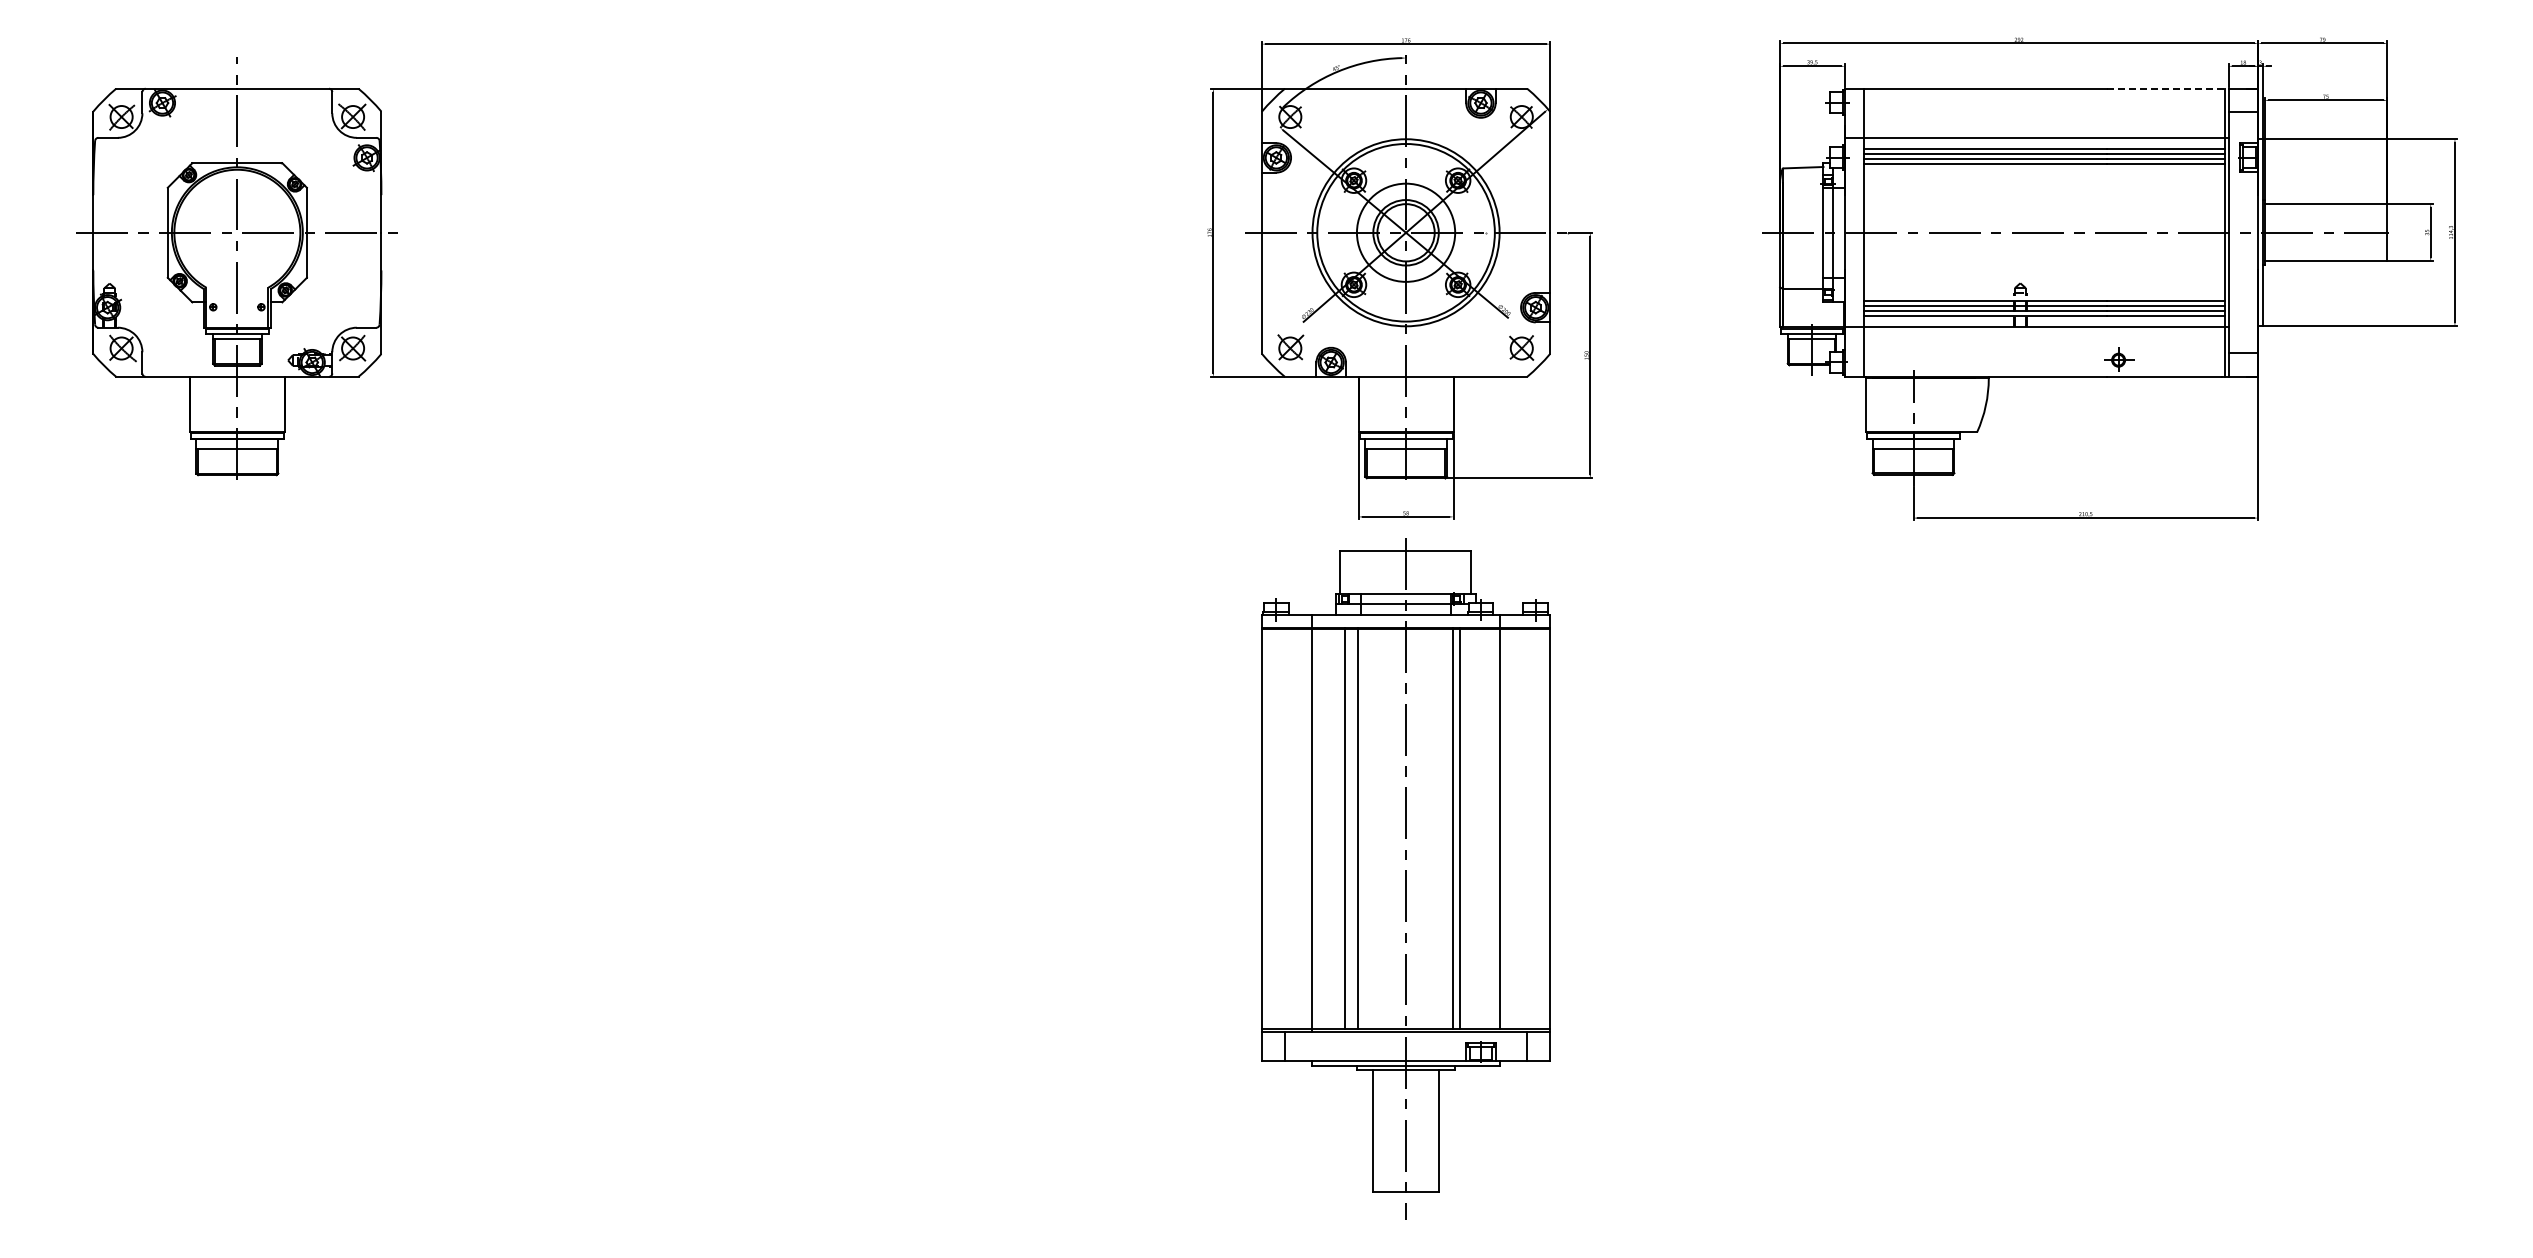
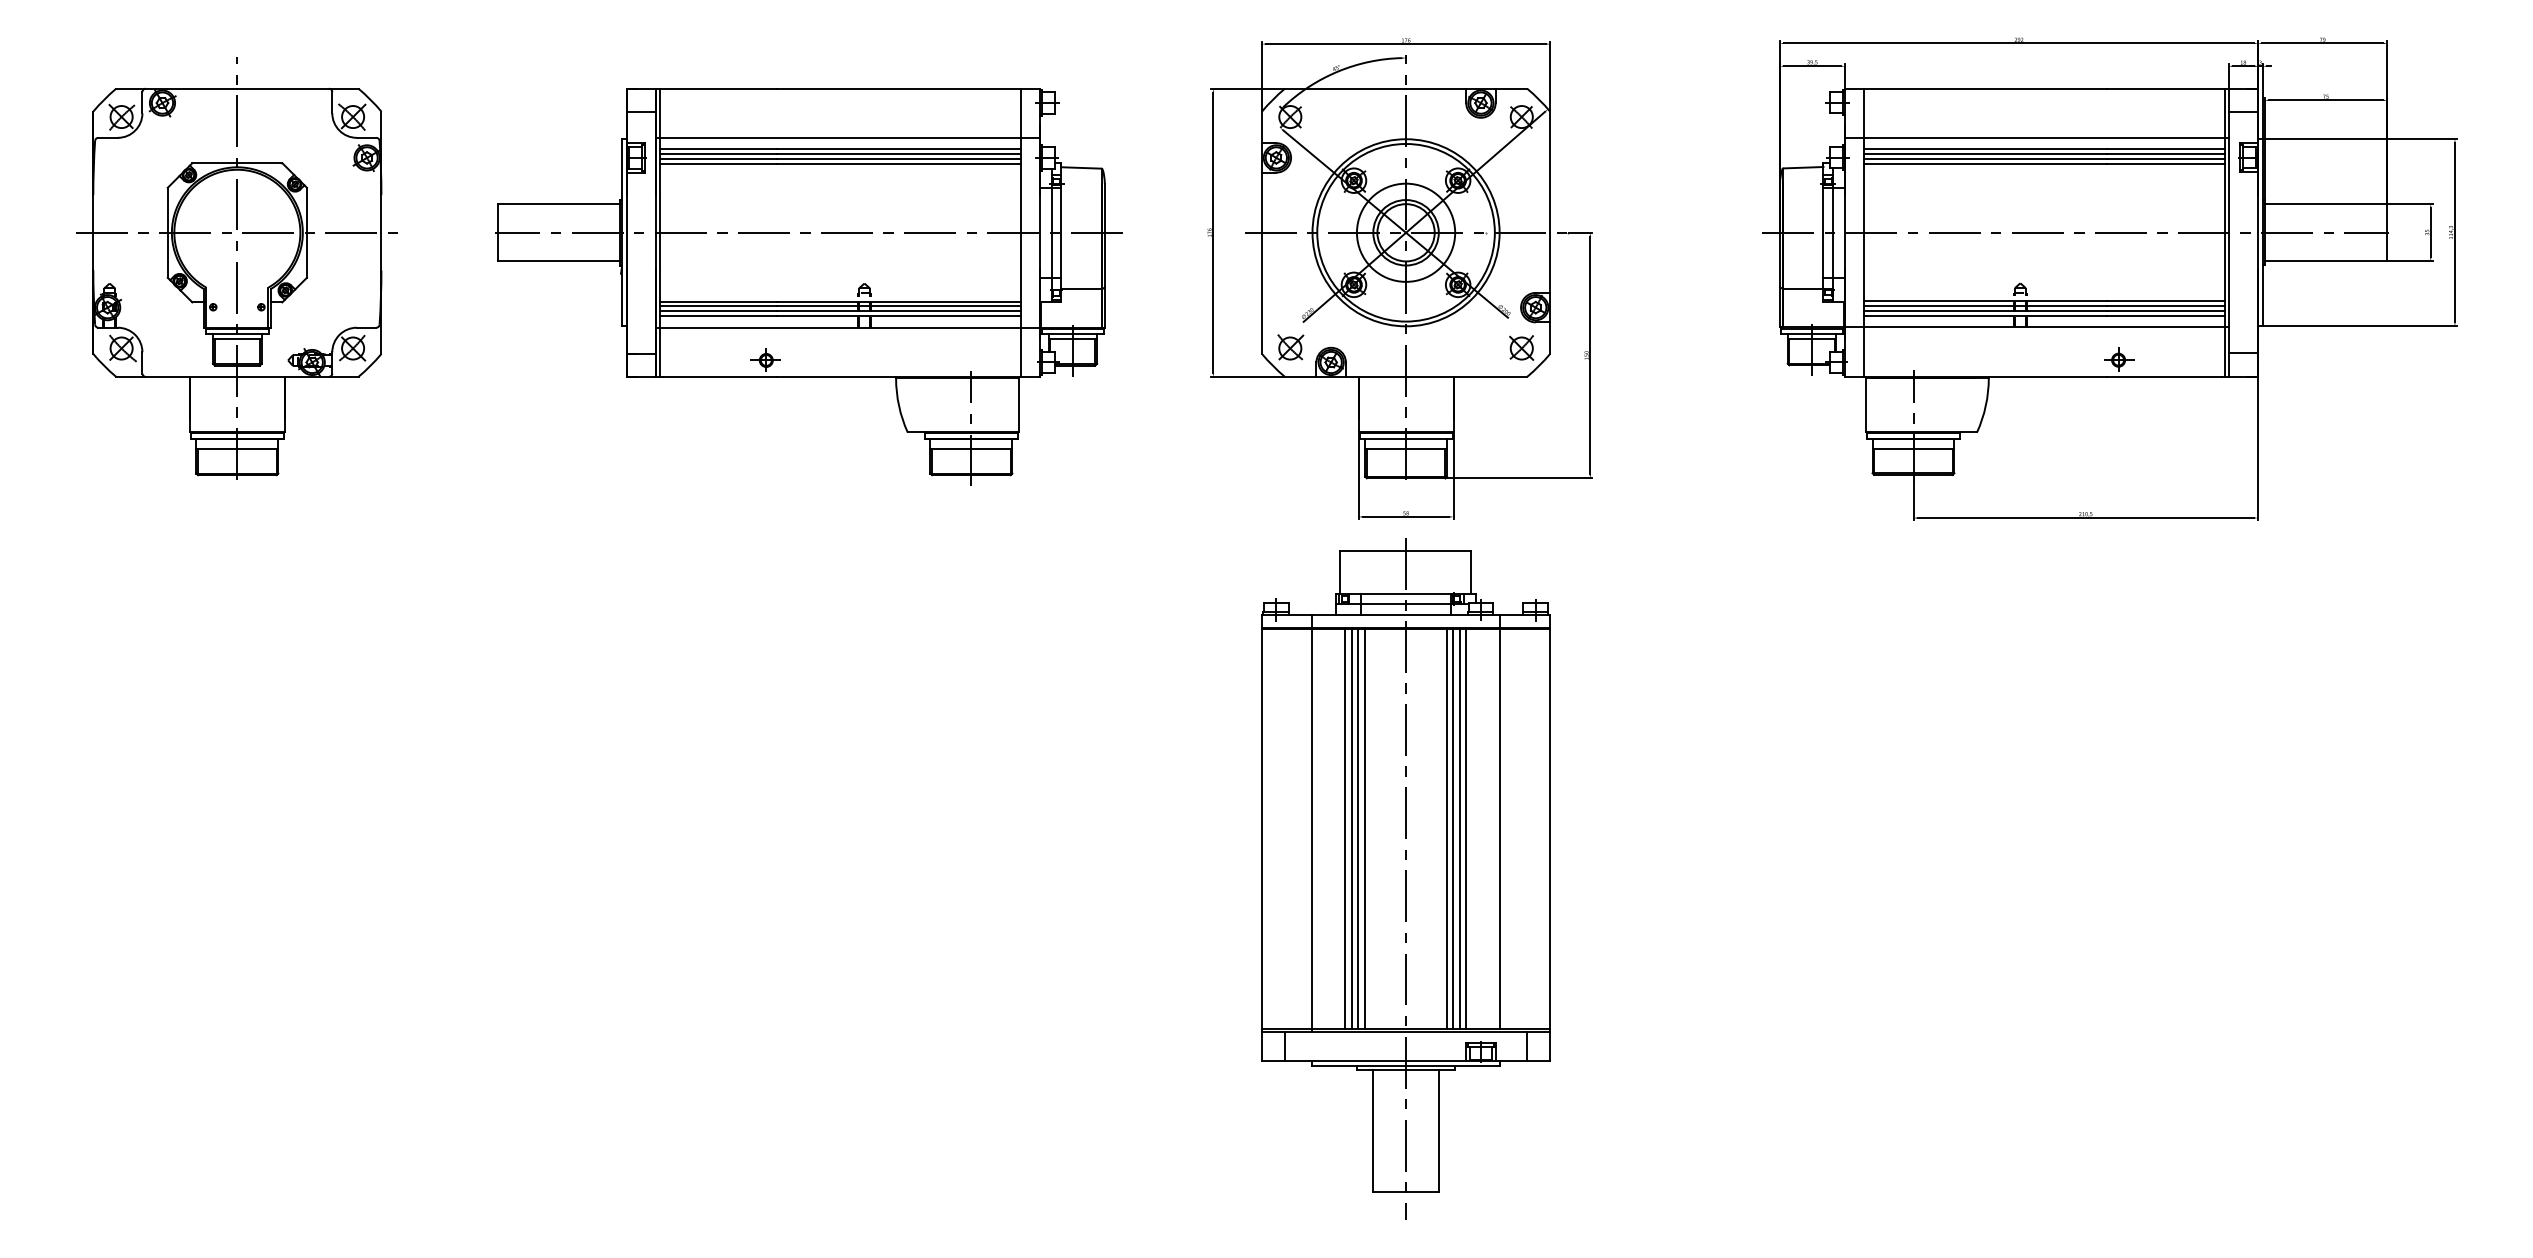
line at (2168, 88): dashed -> solid
part at (808, 286): none -> present
line at (1351, 828): none -> present
line at (1365, 828): none -> present
line at (1446, 828): none -> present
line at (1466, 828): none -> present
